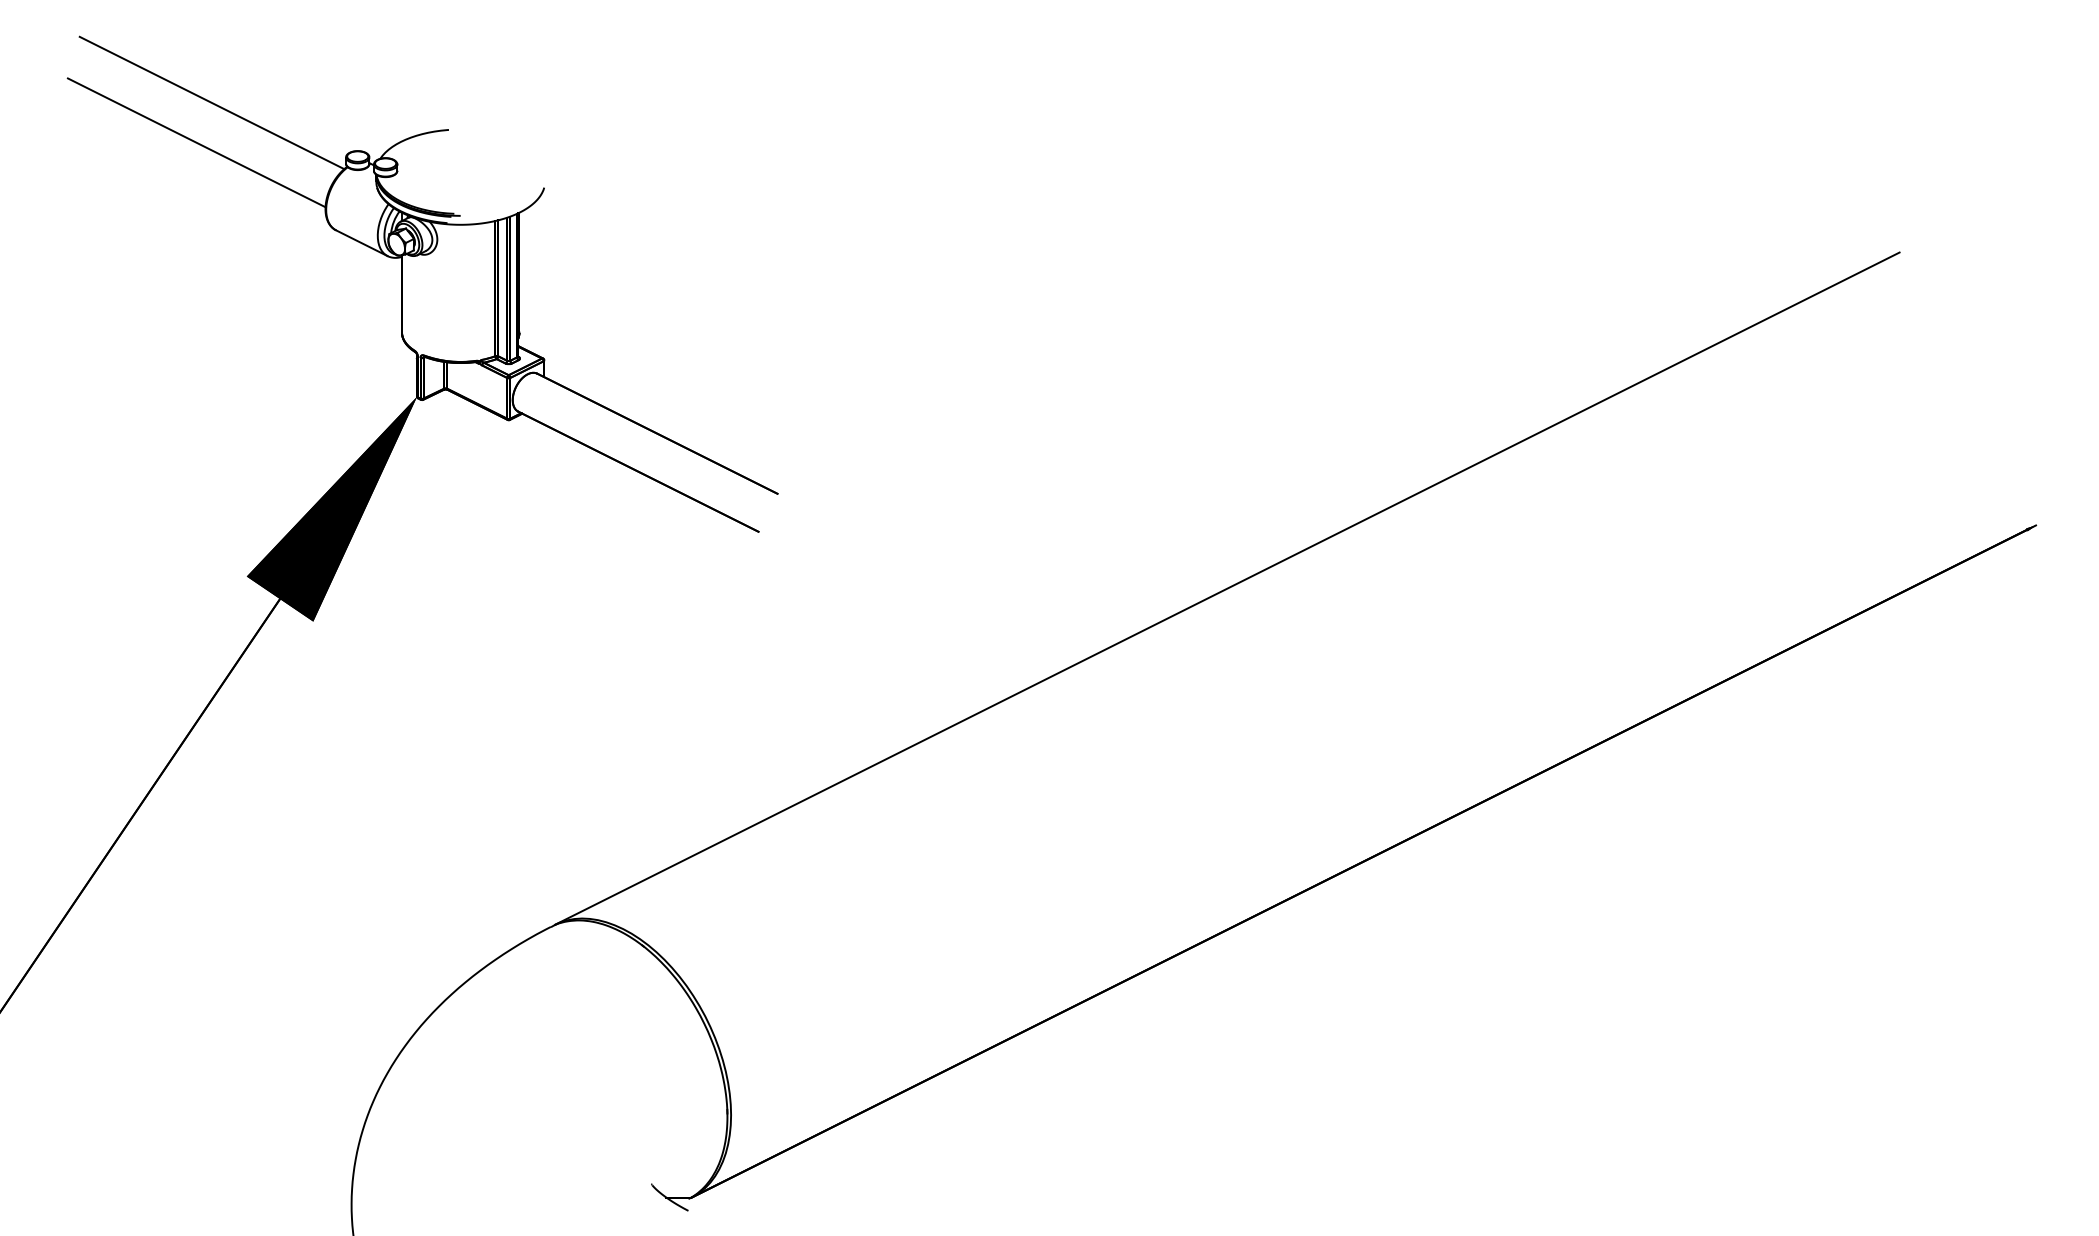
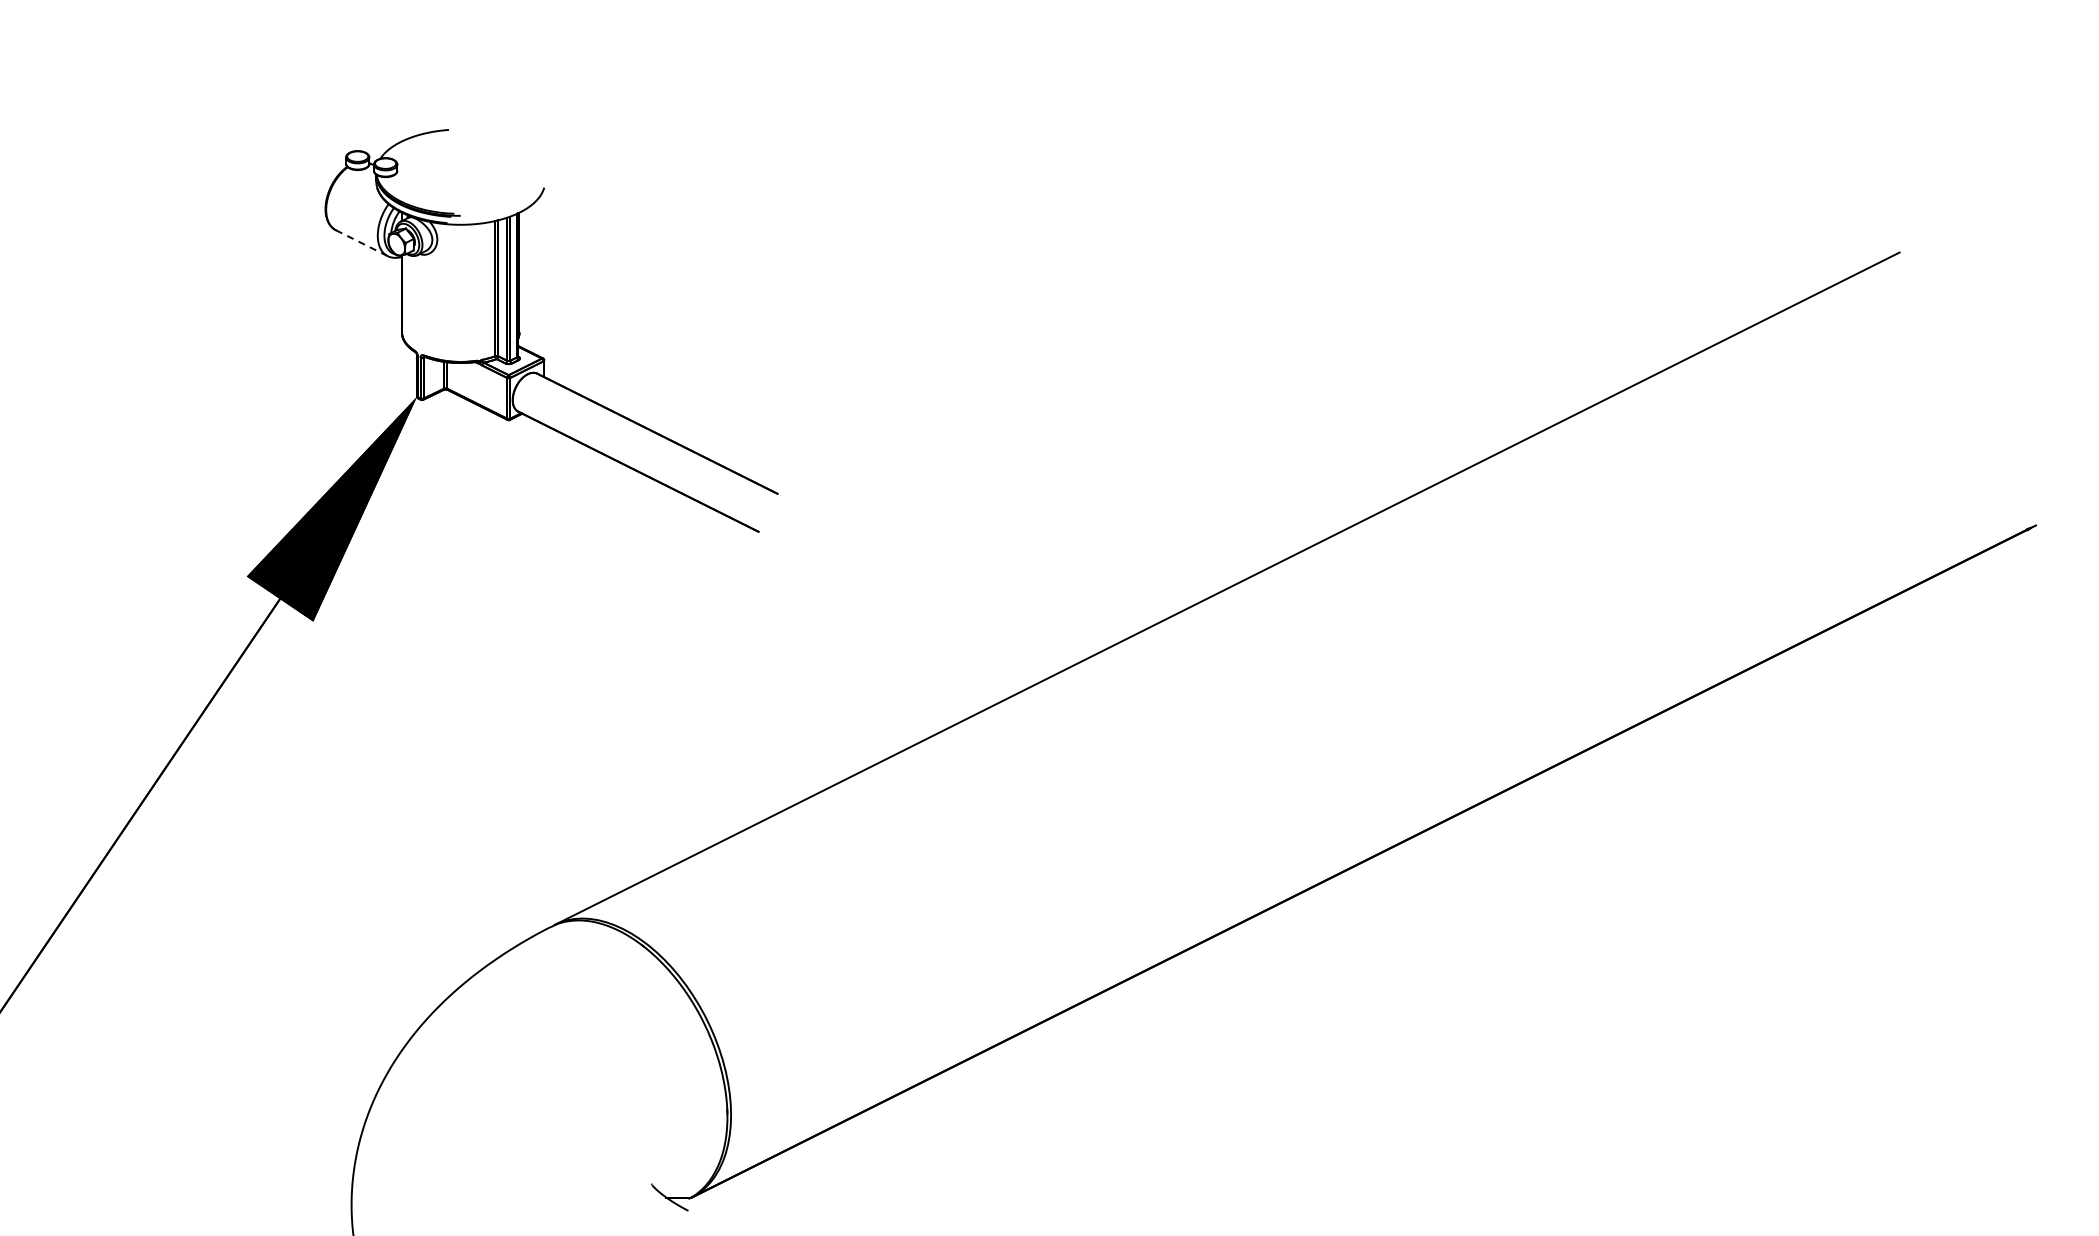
line at (211, 102): present -> none
line at (196, 142): present -> none
line at (361, 243): solid -> dashed
